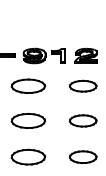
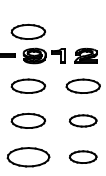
part at (27, 31): none -> present
part at (82, 85) size: 30x14 px -> 36x16 px
part at (27, 156) size: 36x18 px -> 45x21 px
